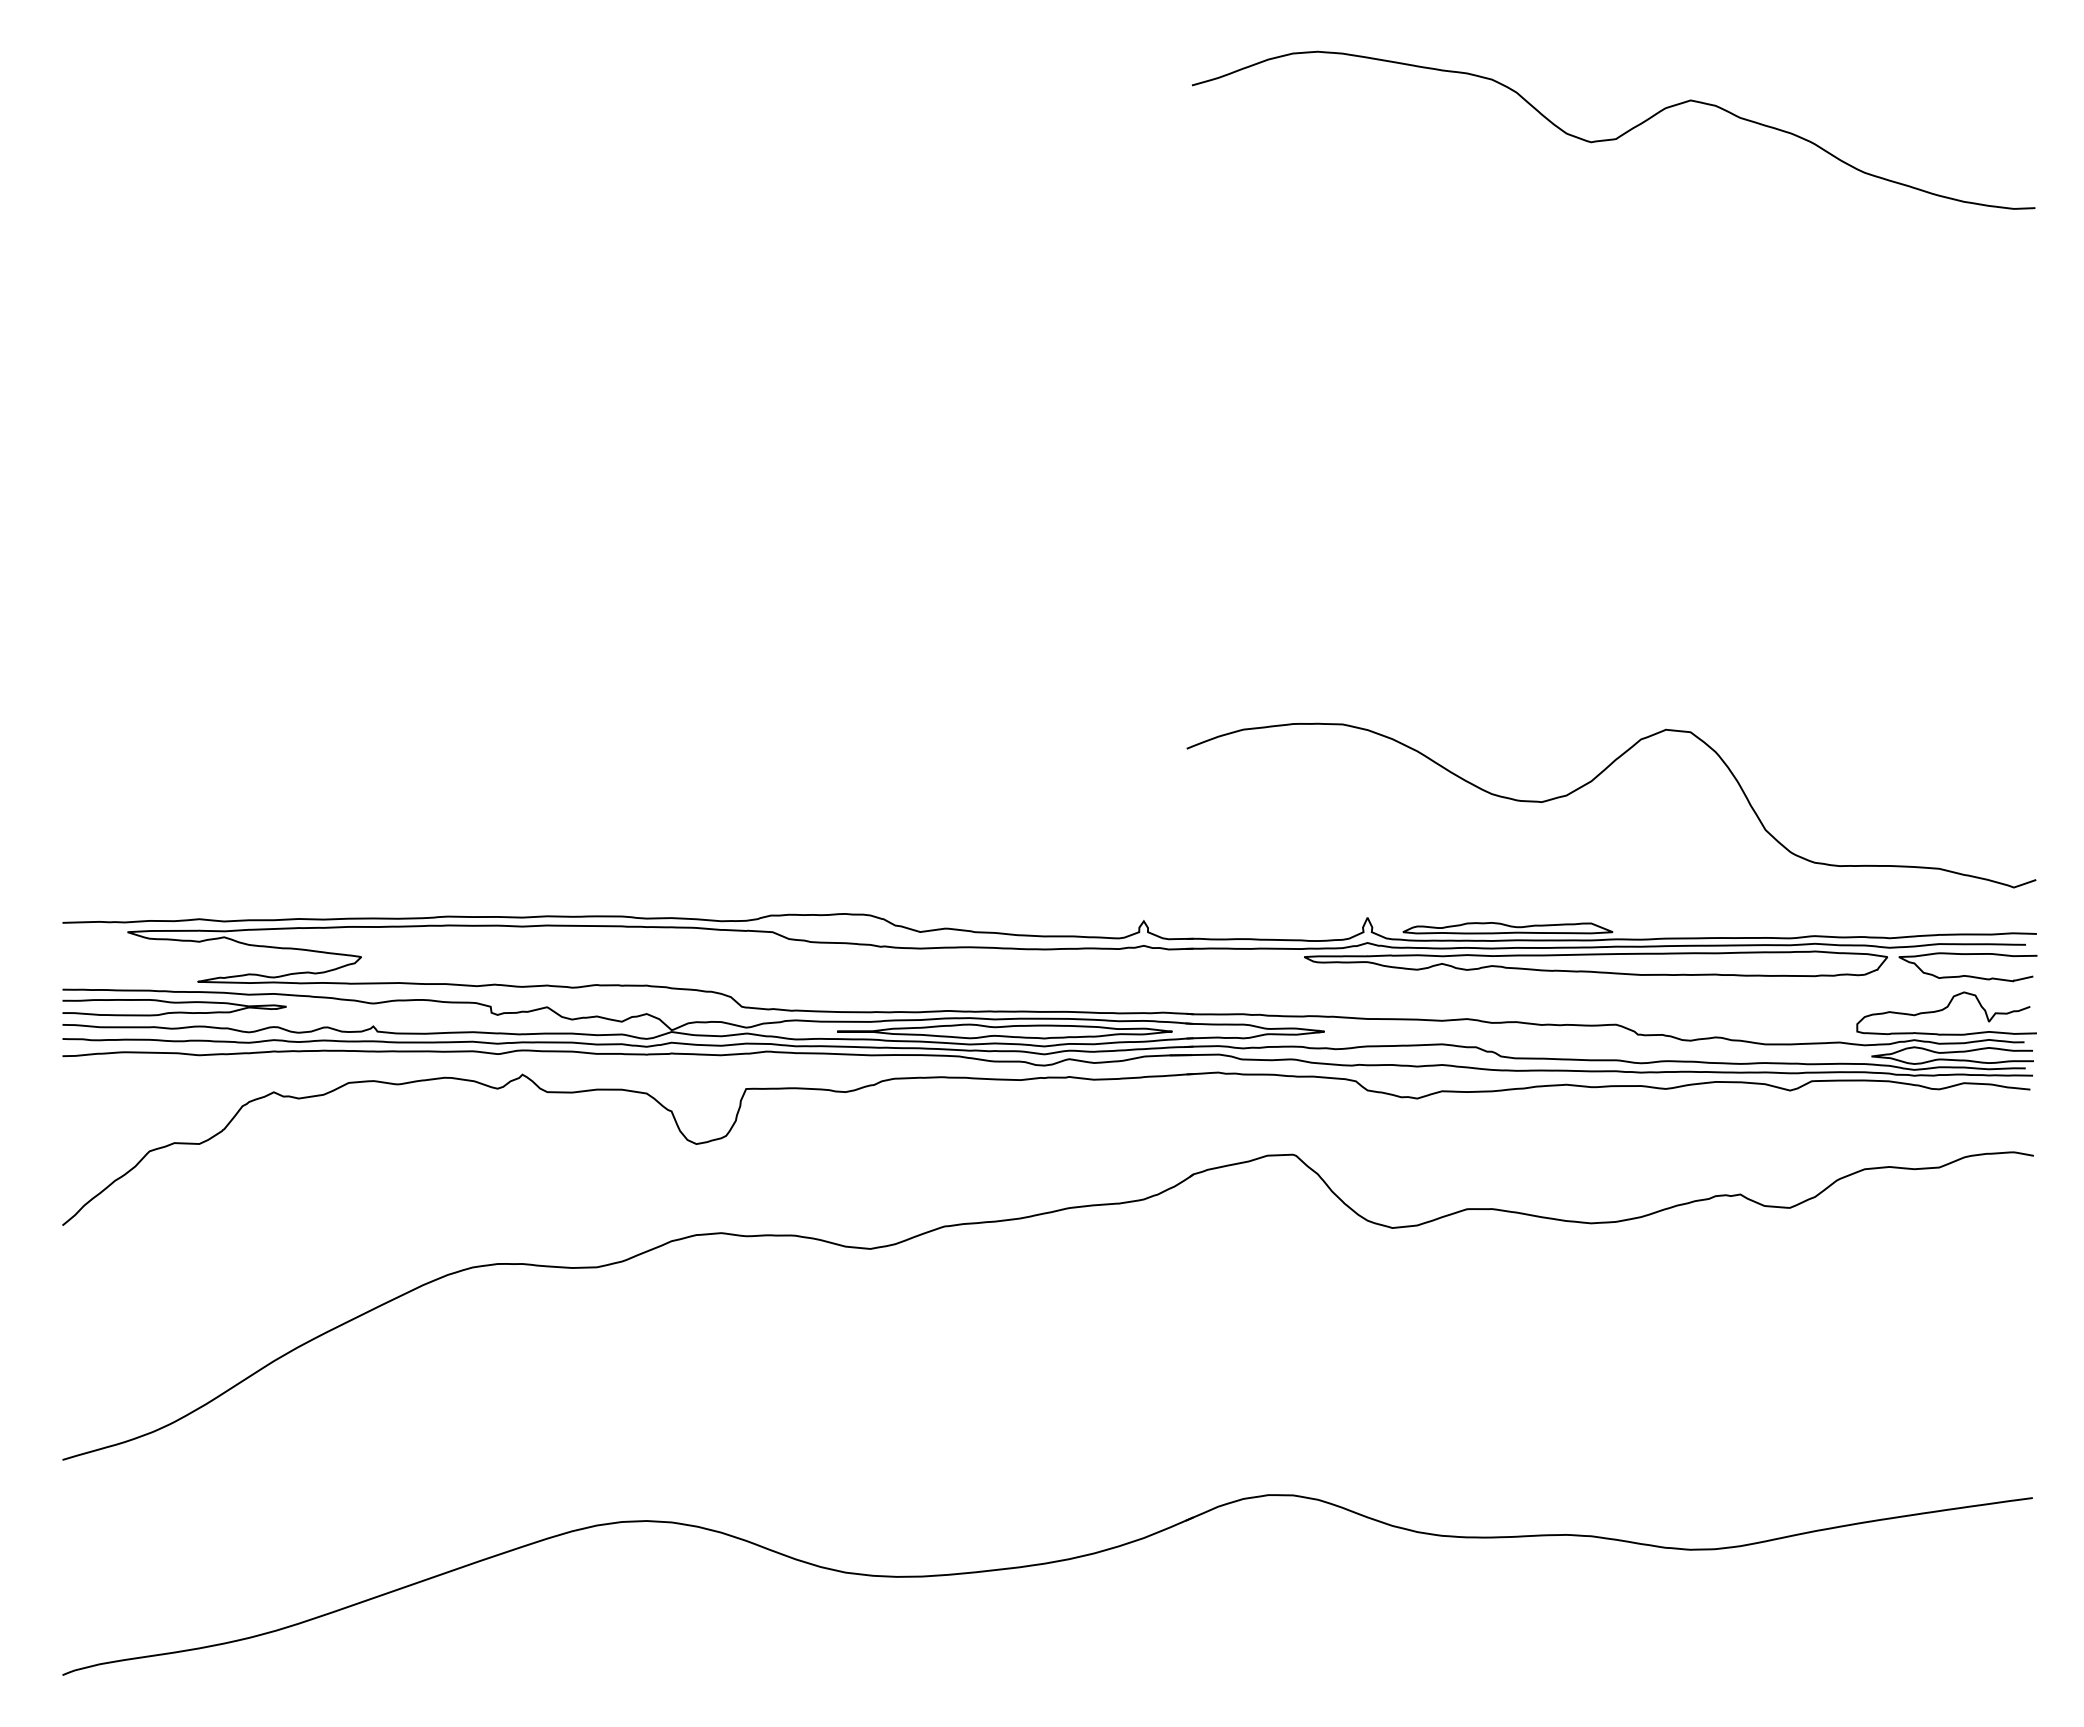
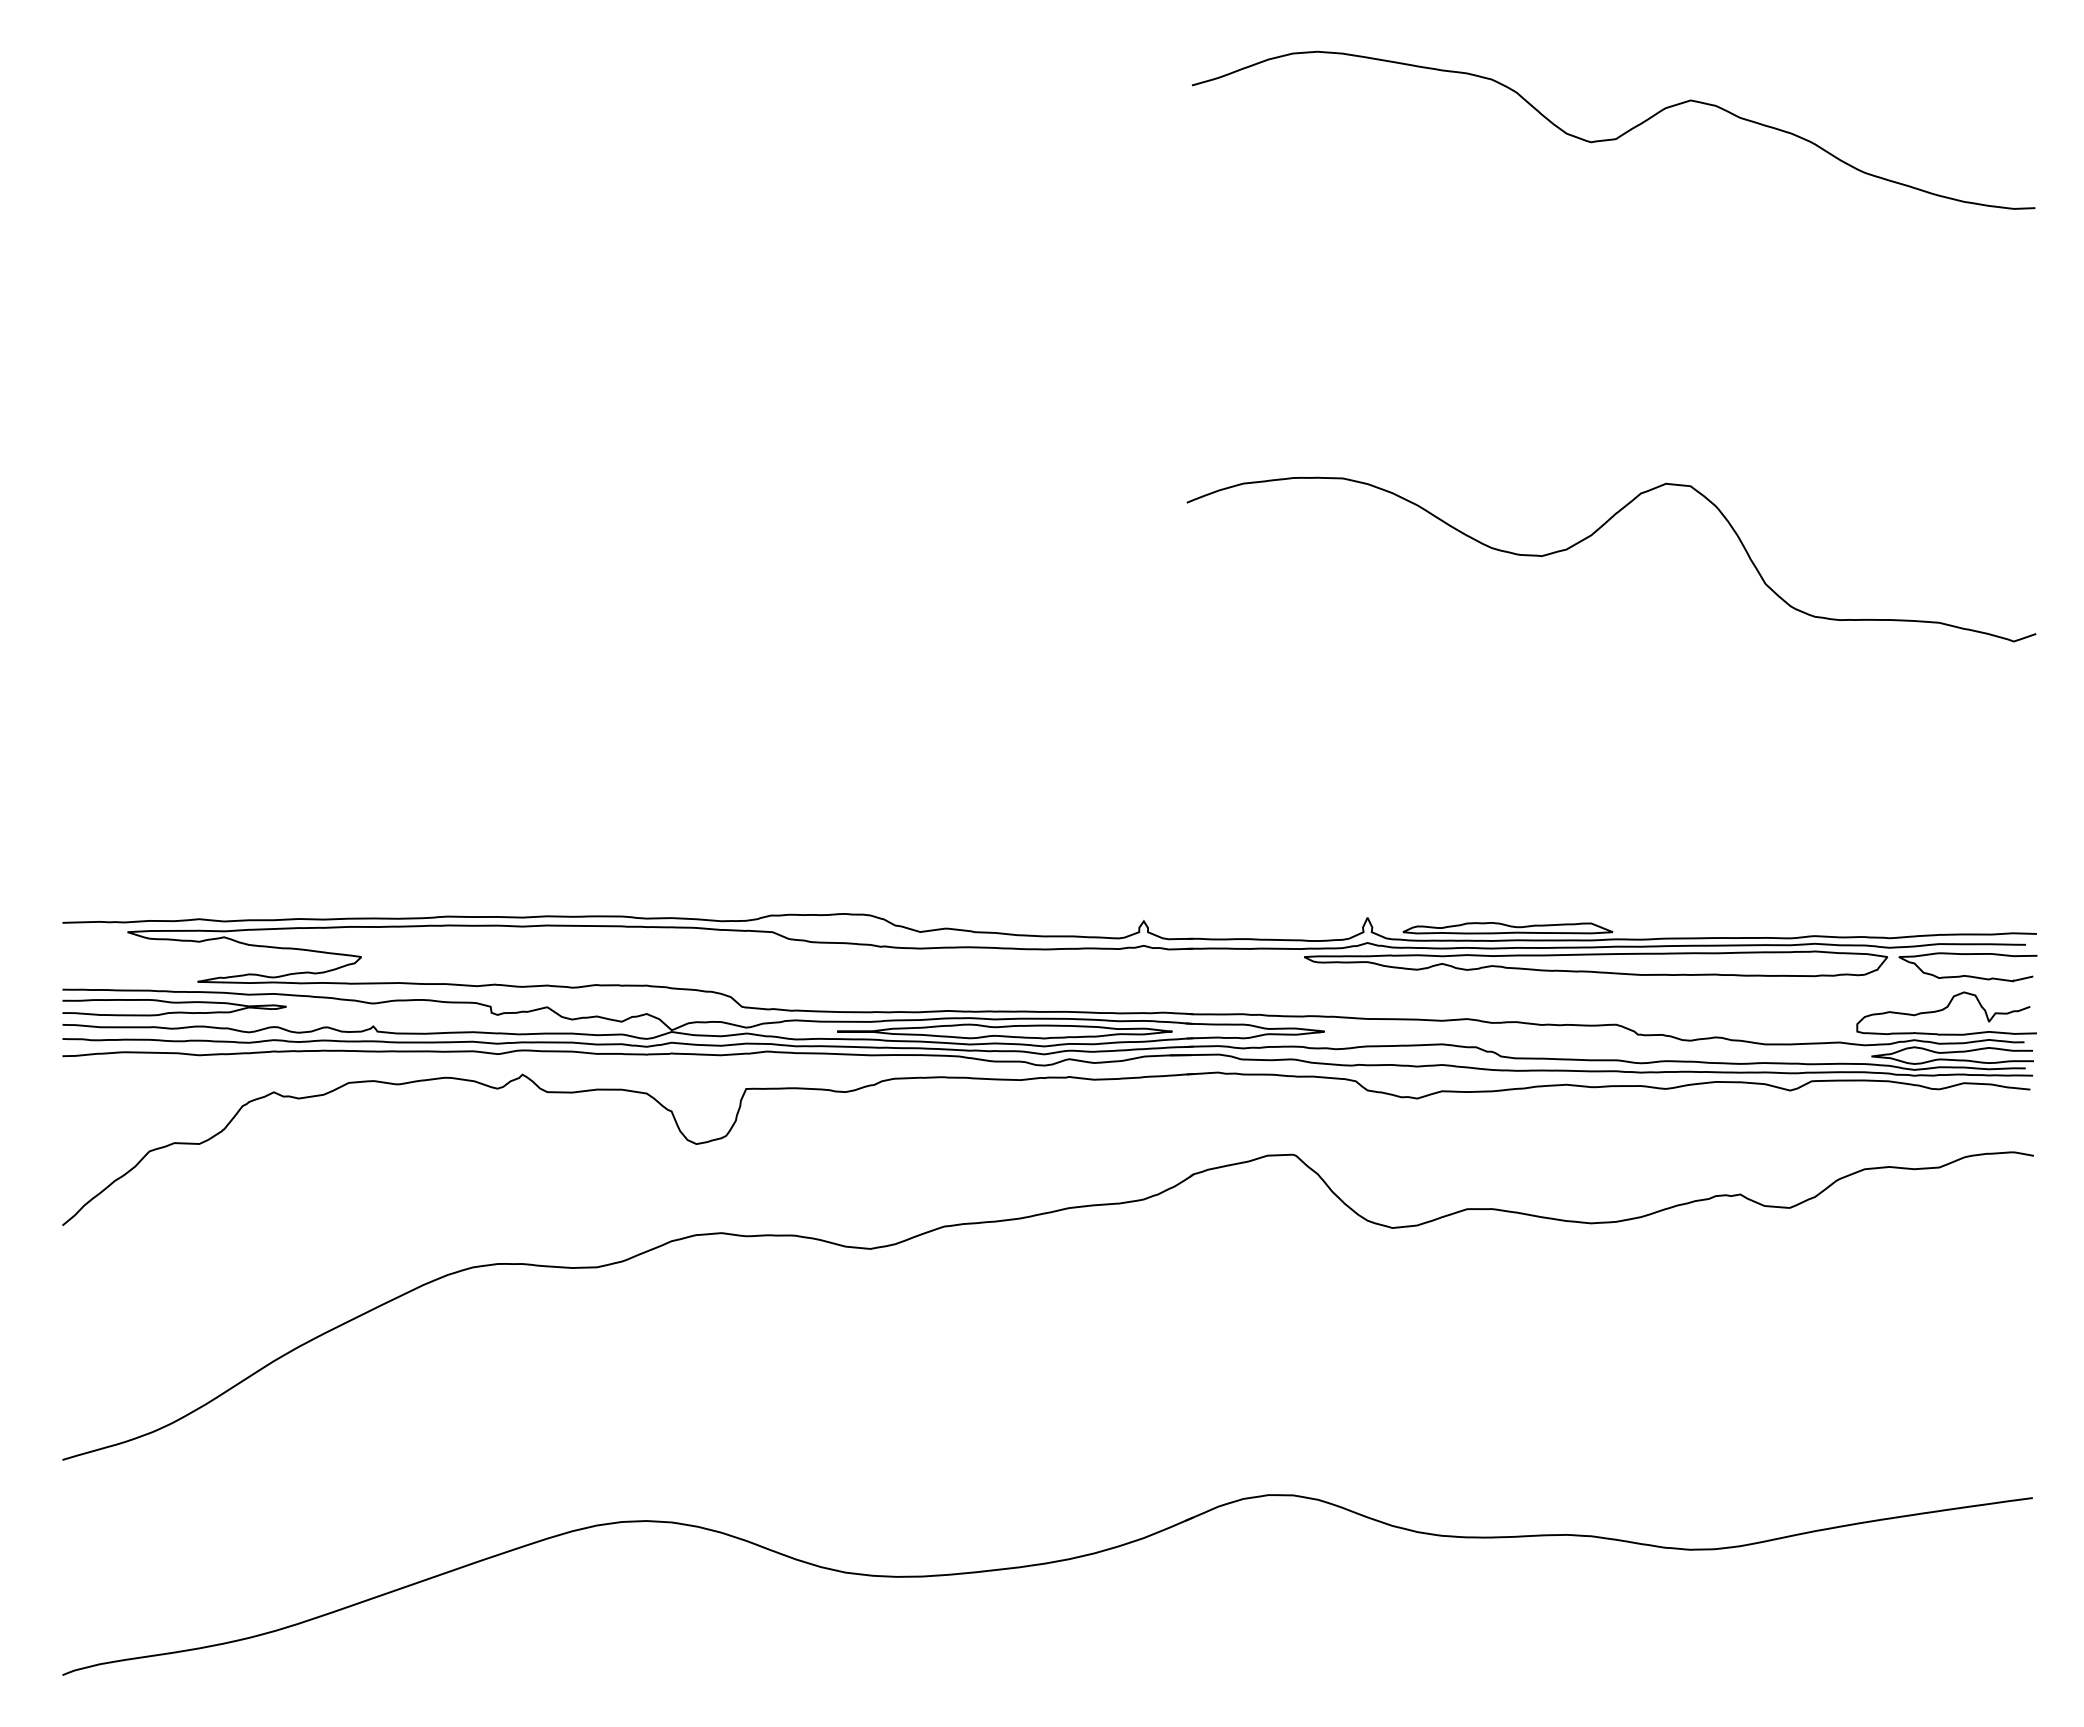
curve at (1591, 782) position: (1591, 782) -> (1591, 536)
